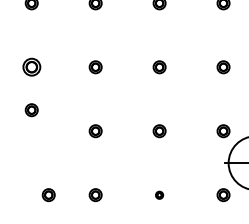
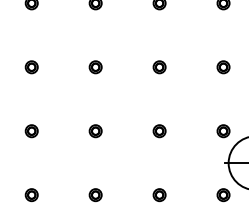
part at (31, 66) size: 20x20 px -> 15x15 px
part at (31, 110) position: (31, 110) -> (31, 131)
part at (159, 194) size: 10x10 px -> 15x15 px
part at (48, 195) position: (48, 195) -> (31, 195)
